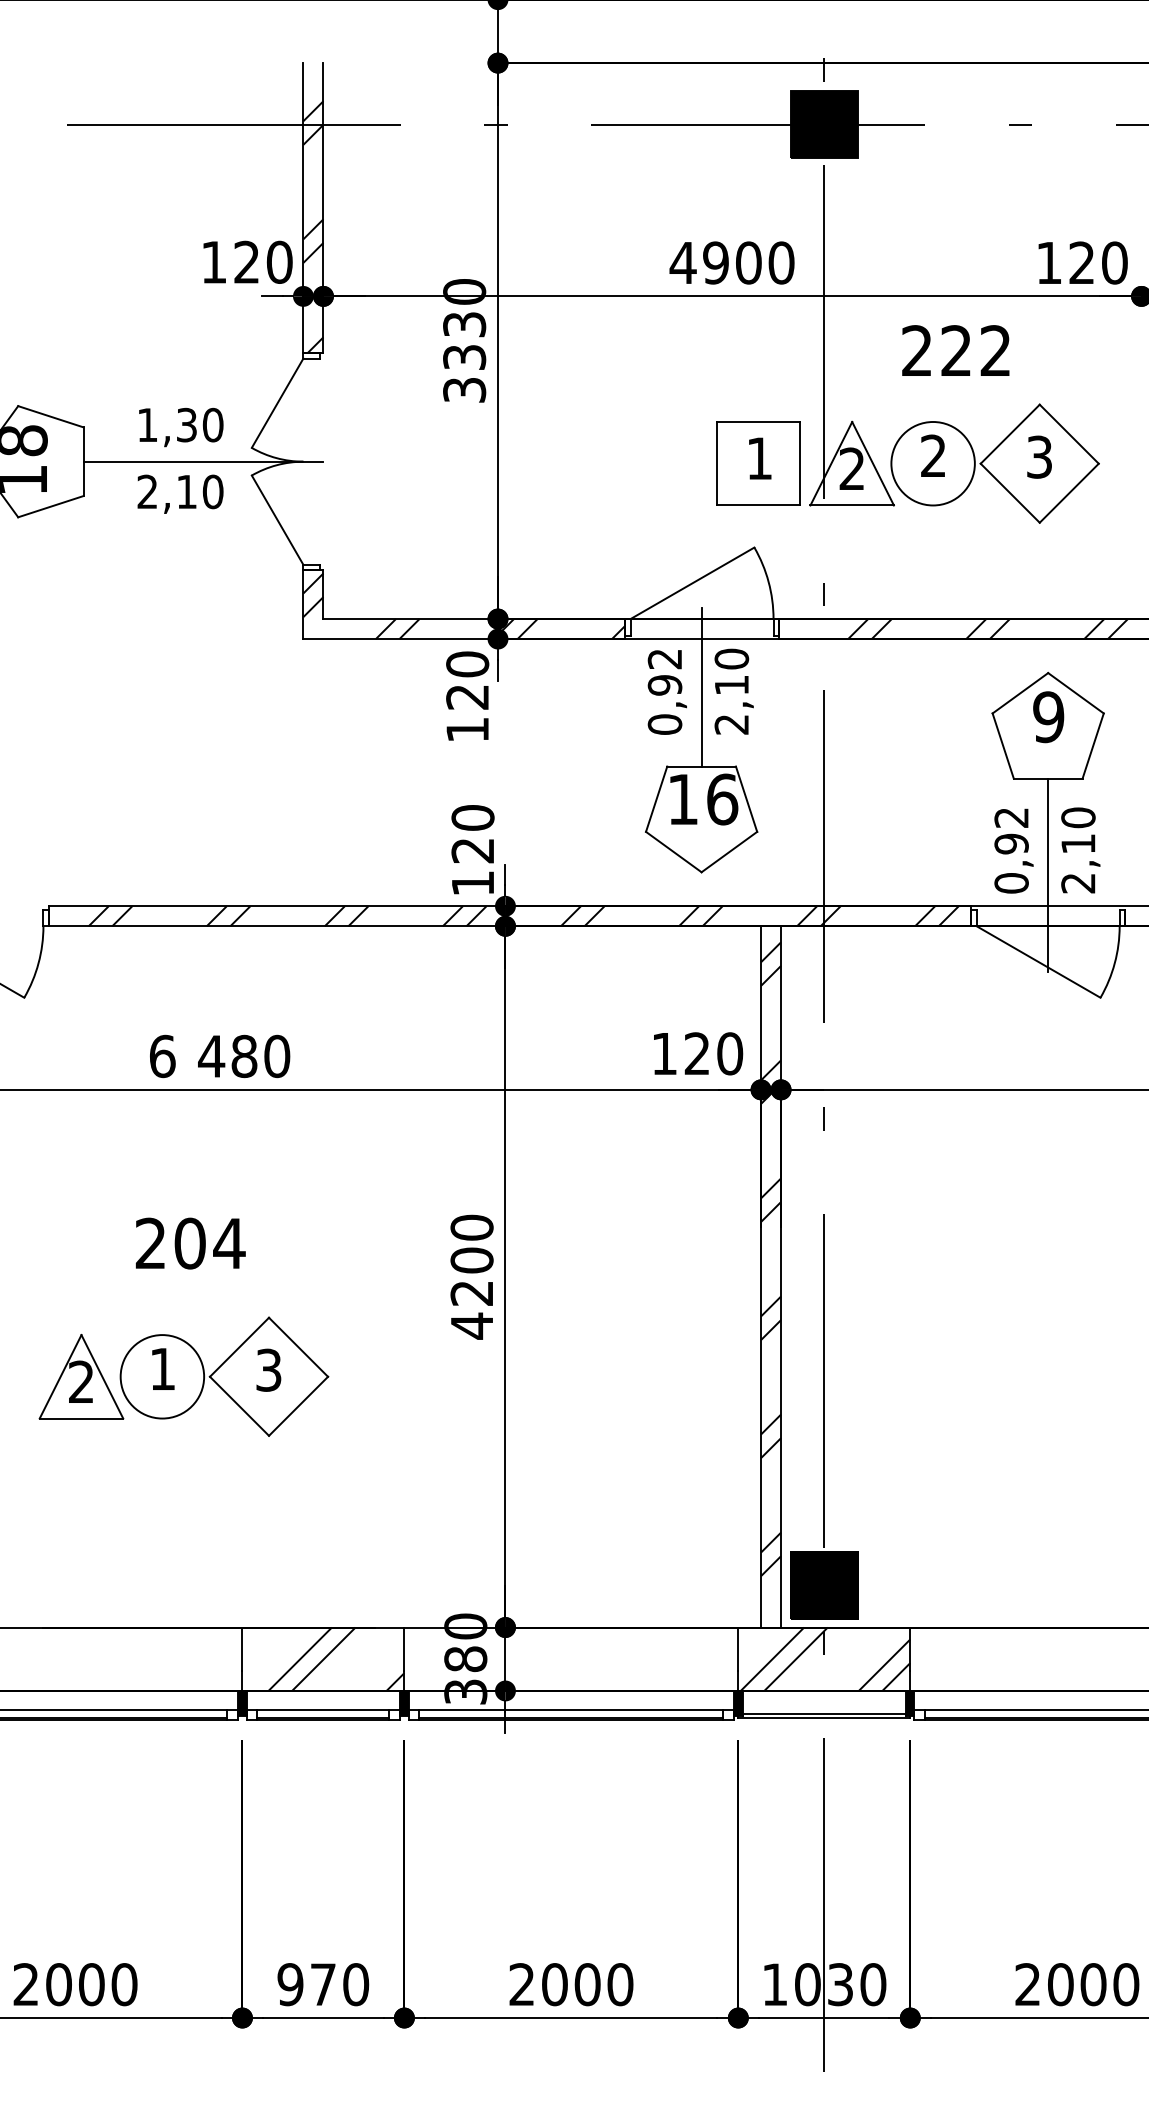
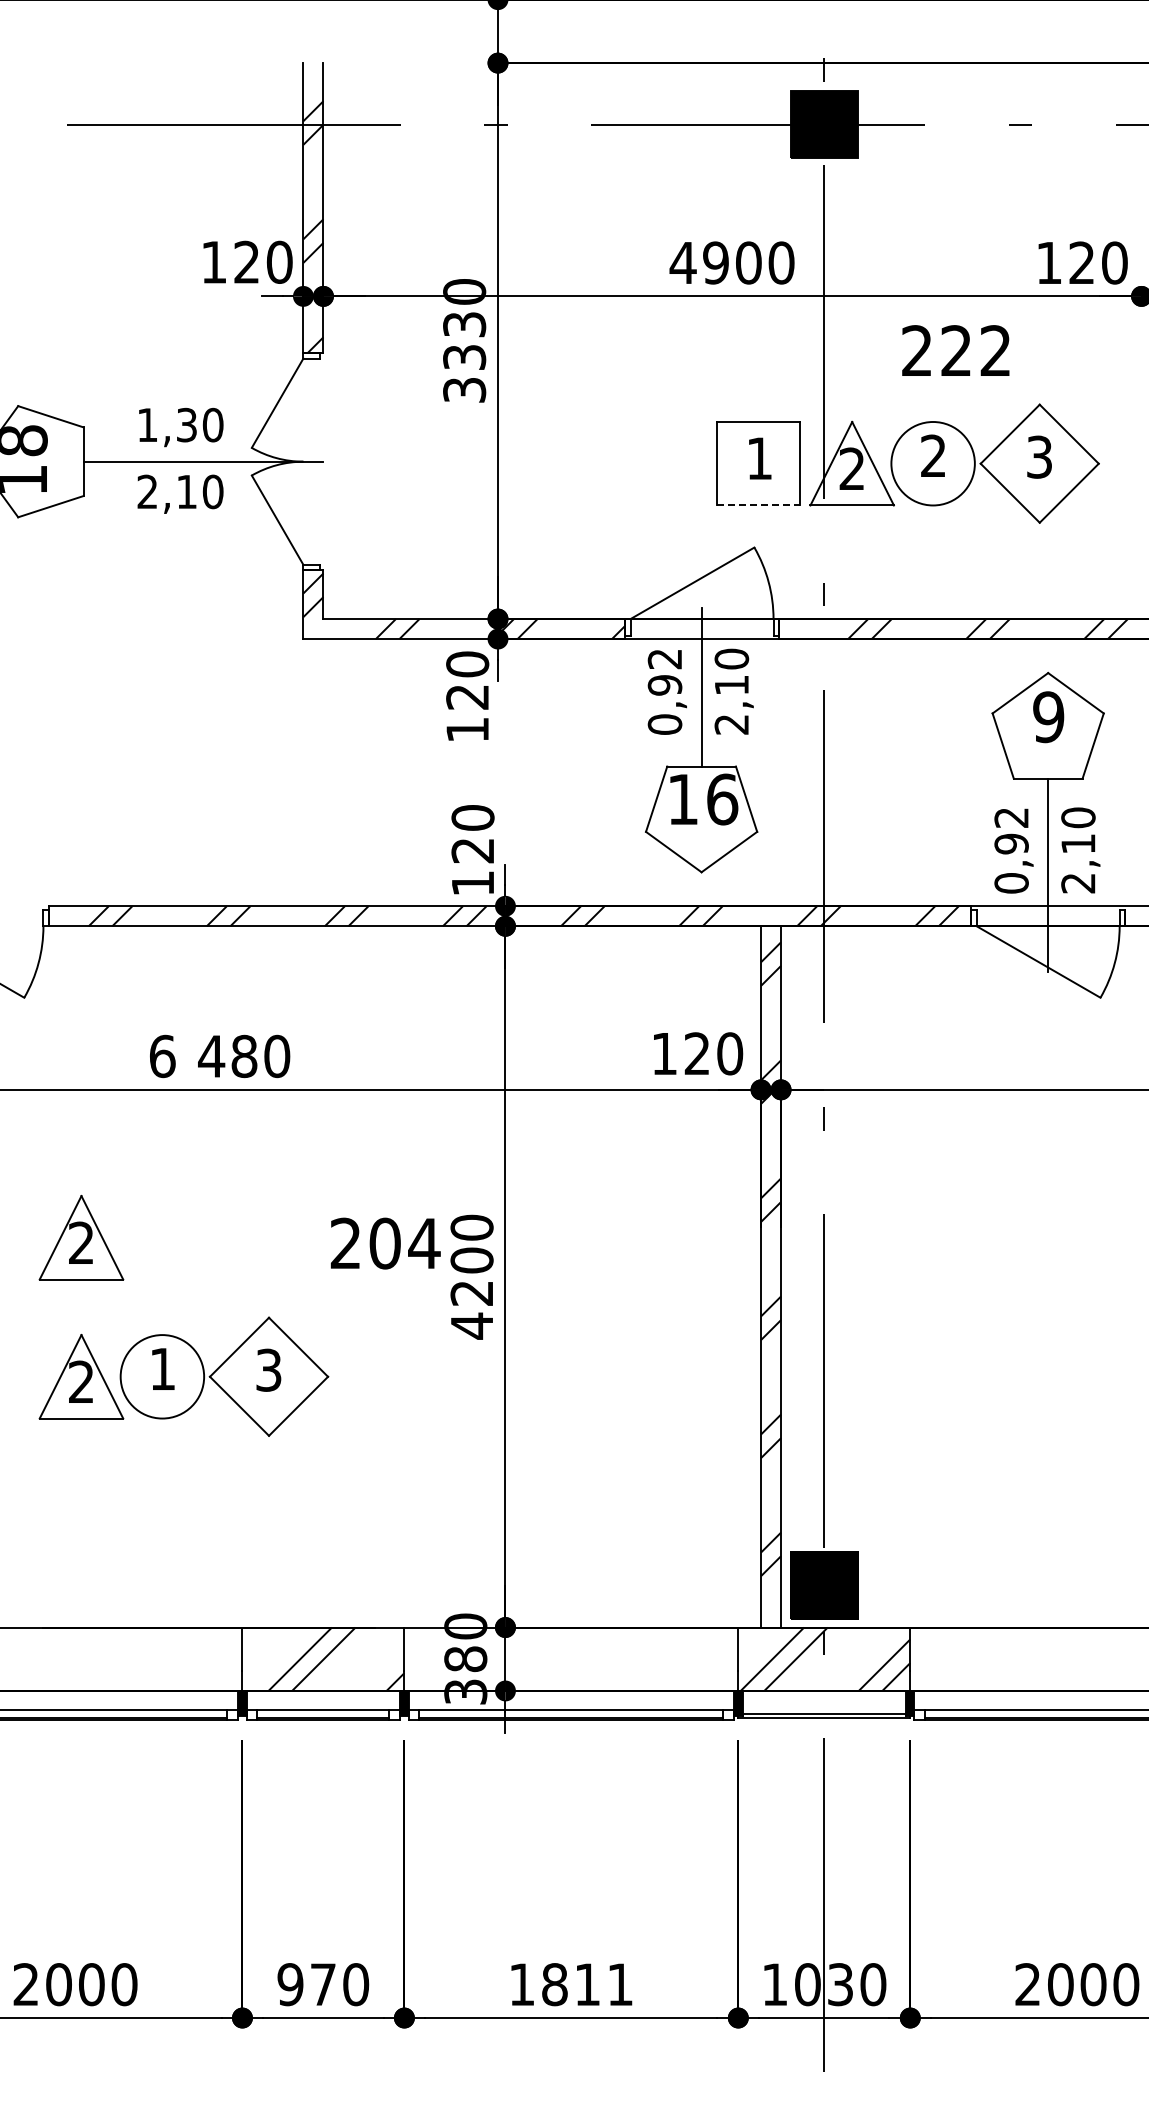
line at (758, 505): solid -> dashed
part at (81, 1237): none -> present
text at (190, 1243) position: (190, 1243) -> (385, 1243)
text at (571, 1984): 2000 -> 1811
